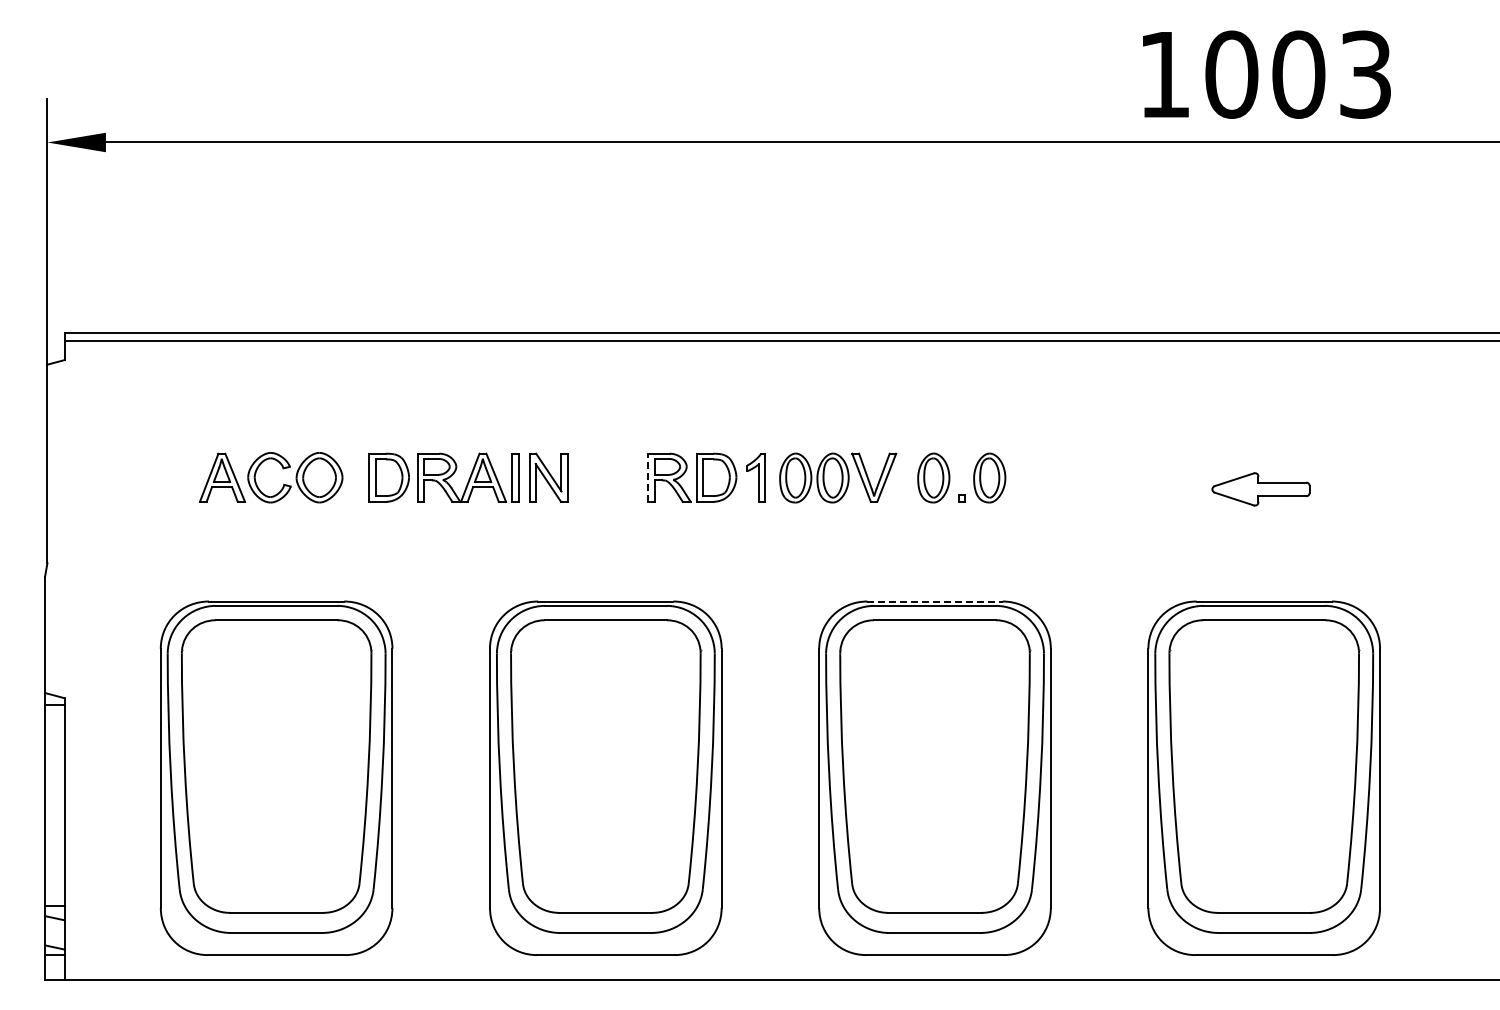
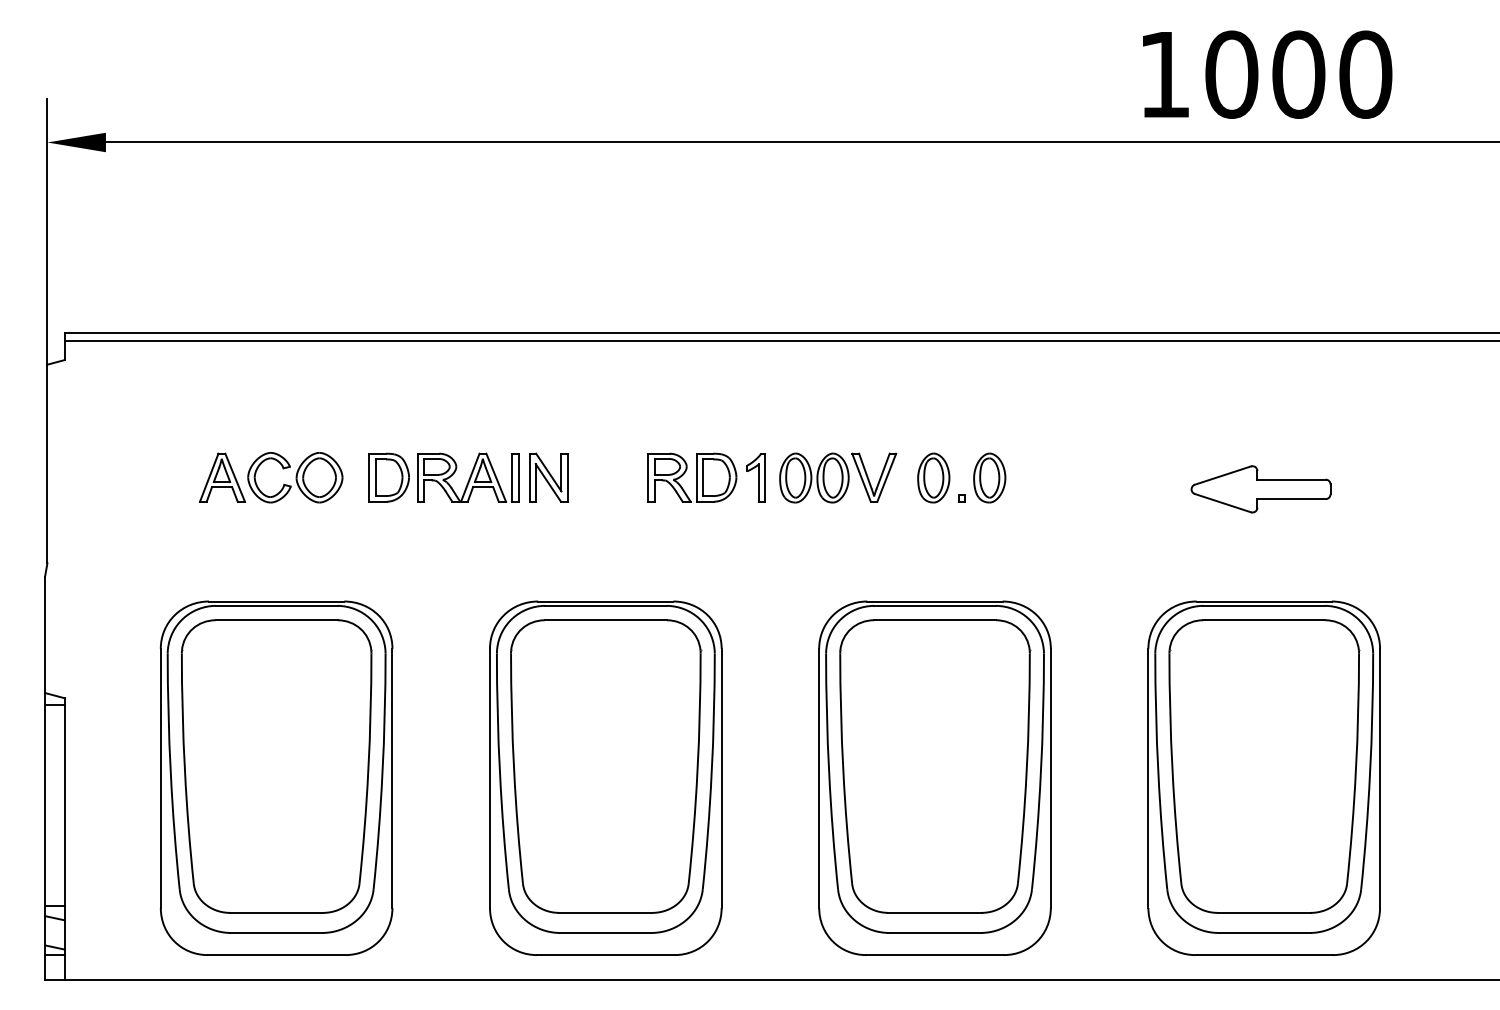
text at (1365, 74): 1003 -> 1000
line at (648, 477): dashed -> solid
part at (1260, 489) size: 100x35 px -> 142x49 px
line at (935, 601): dashed -> solid
